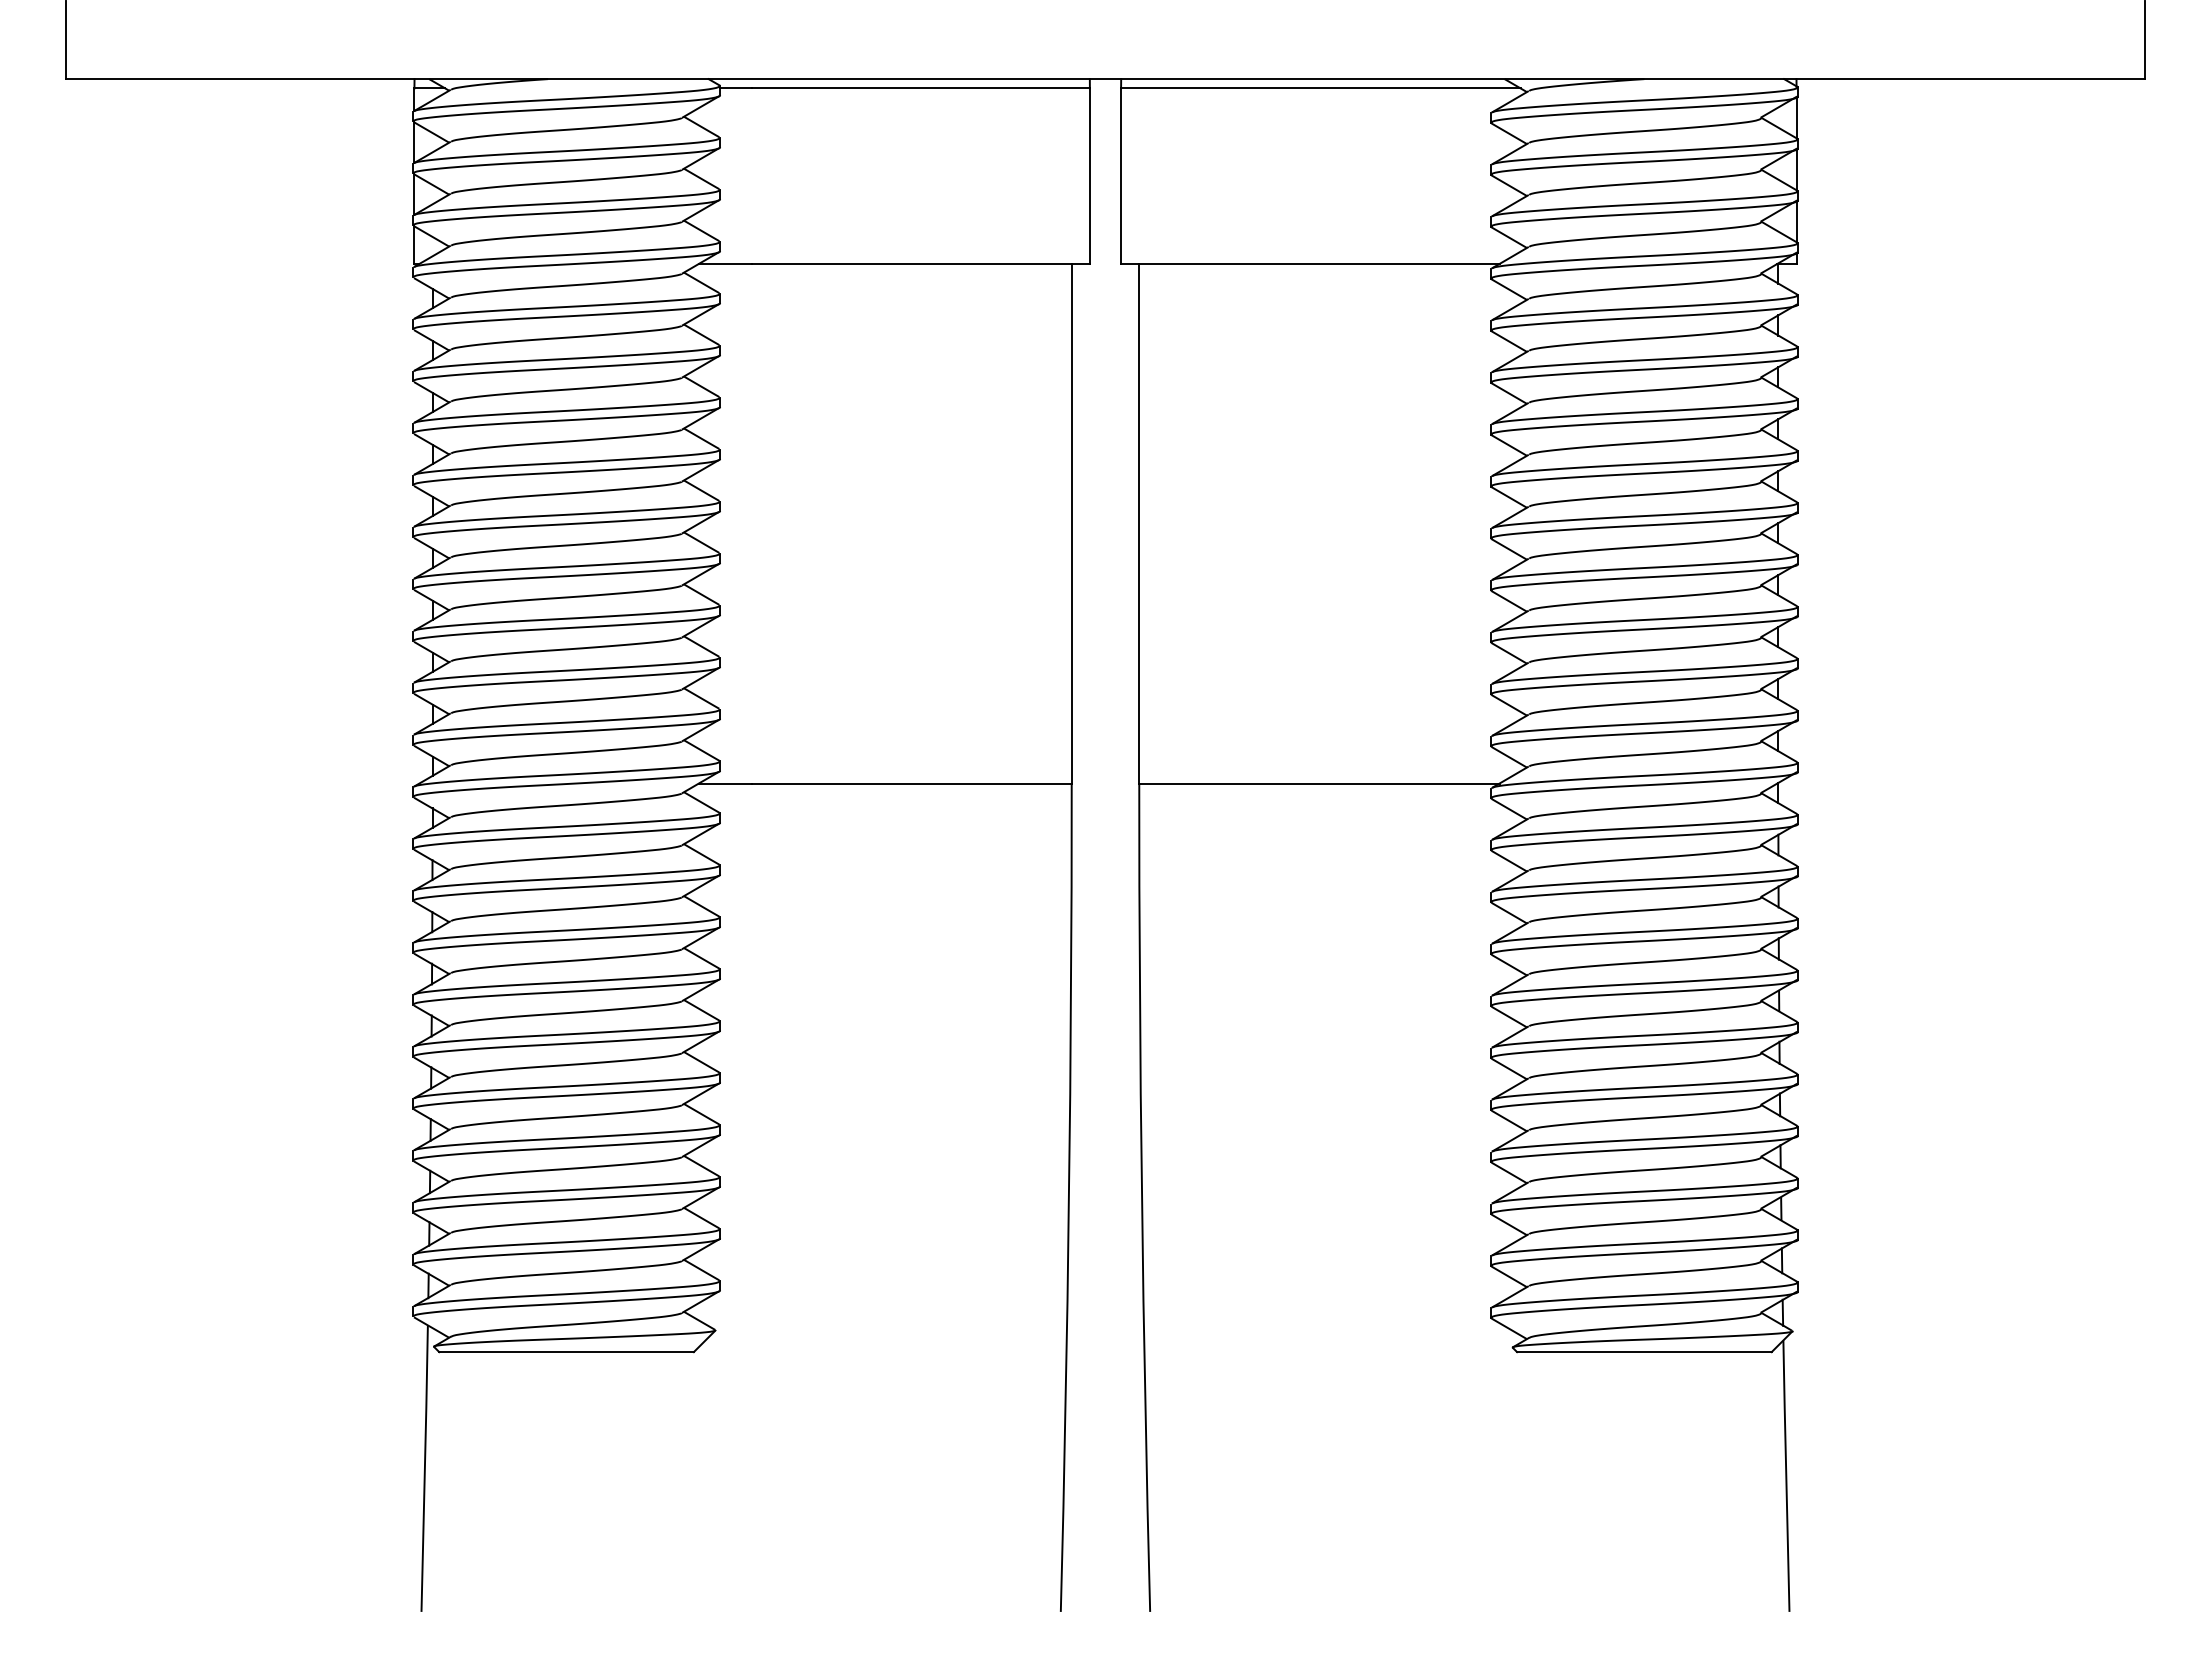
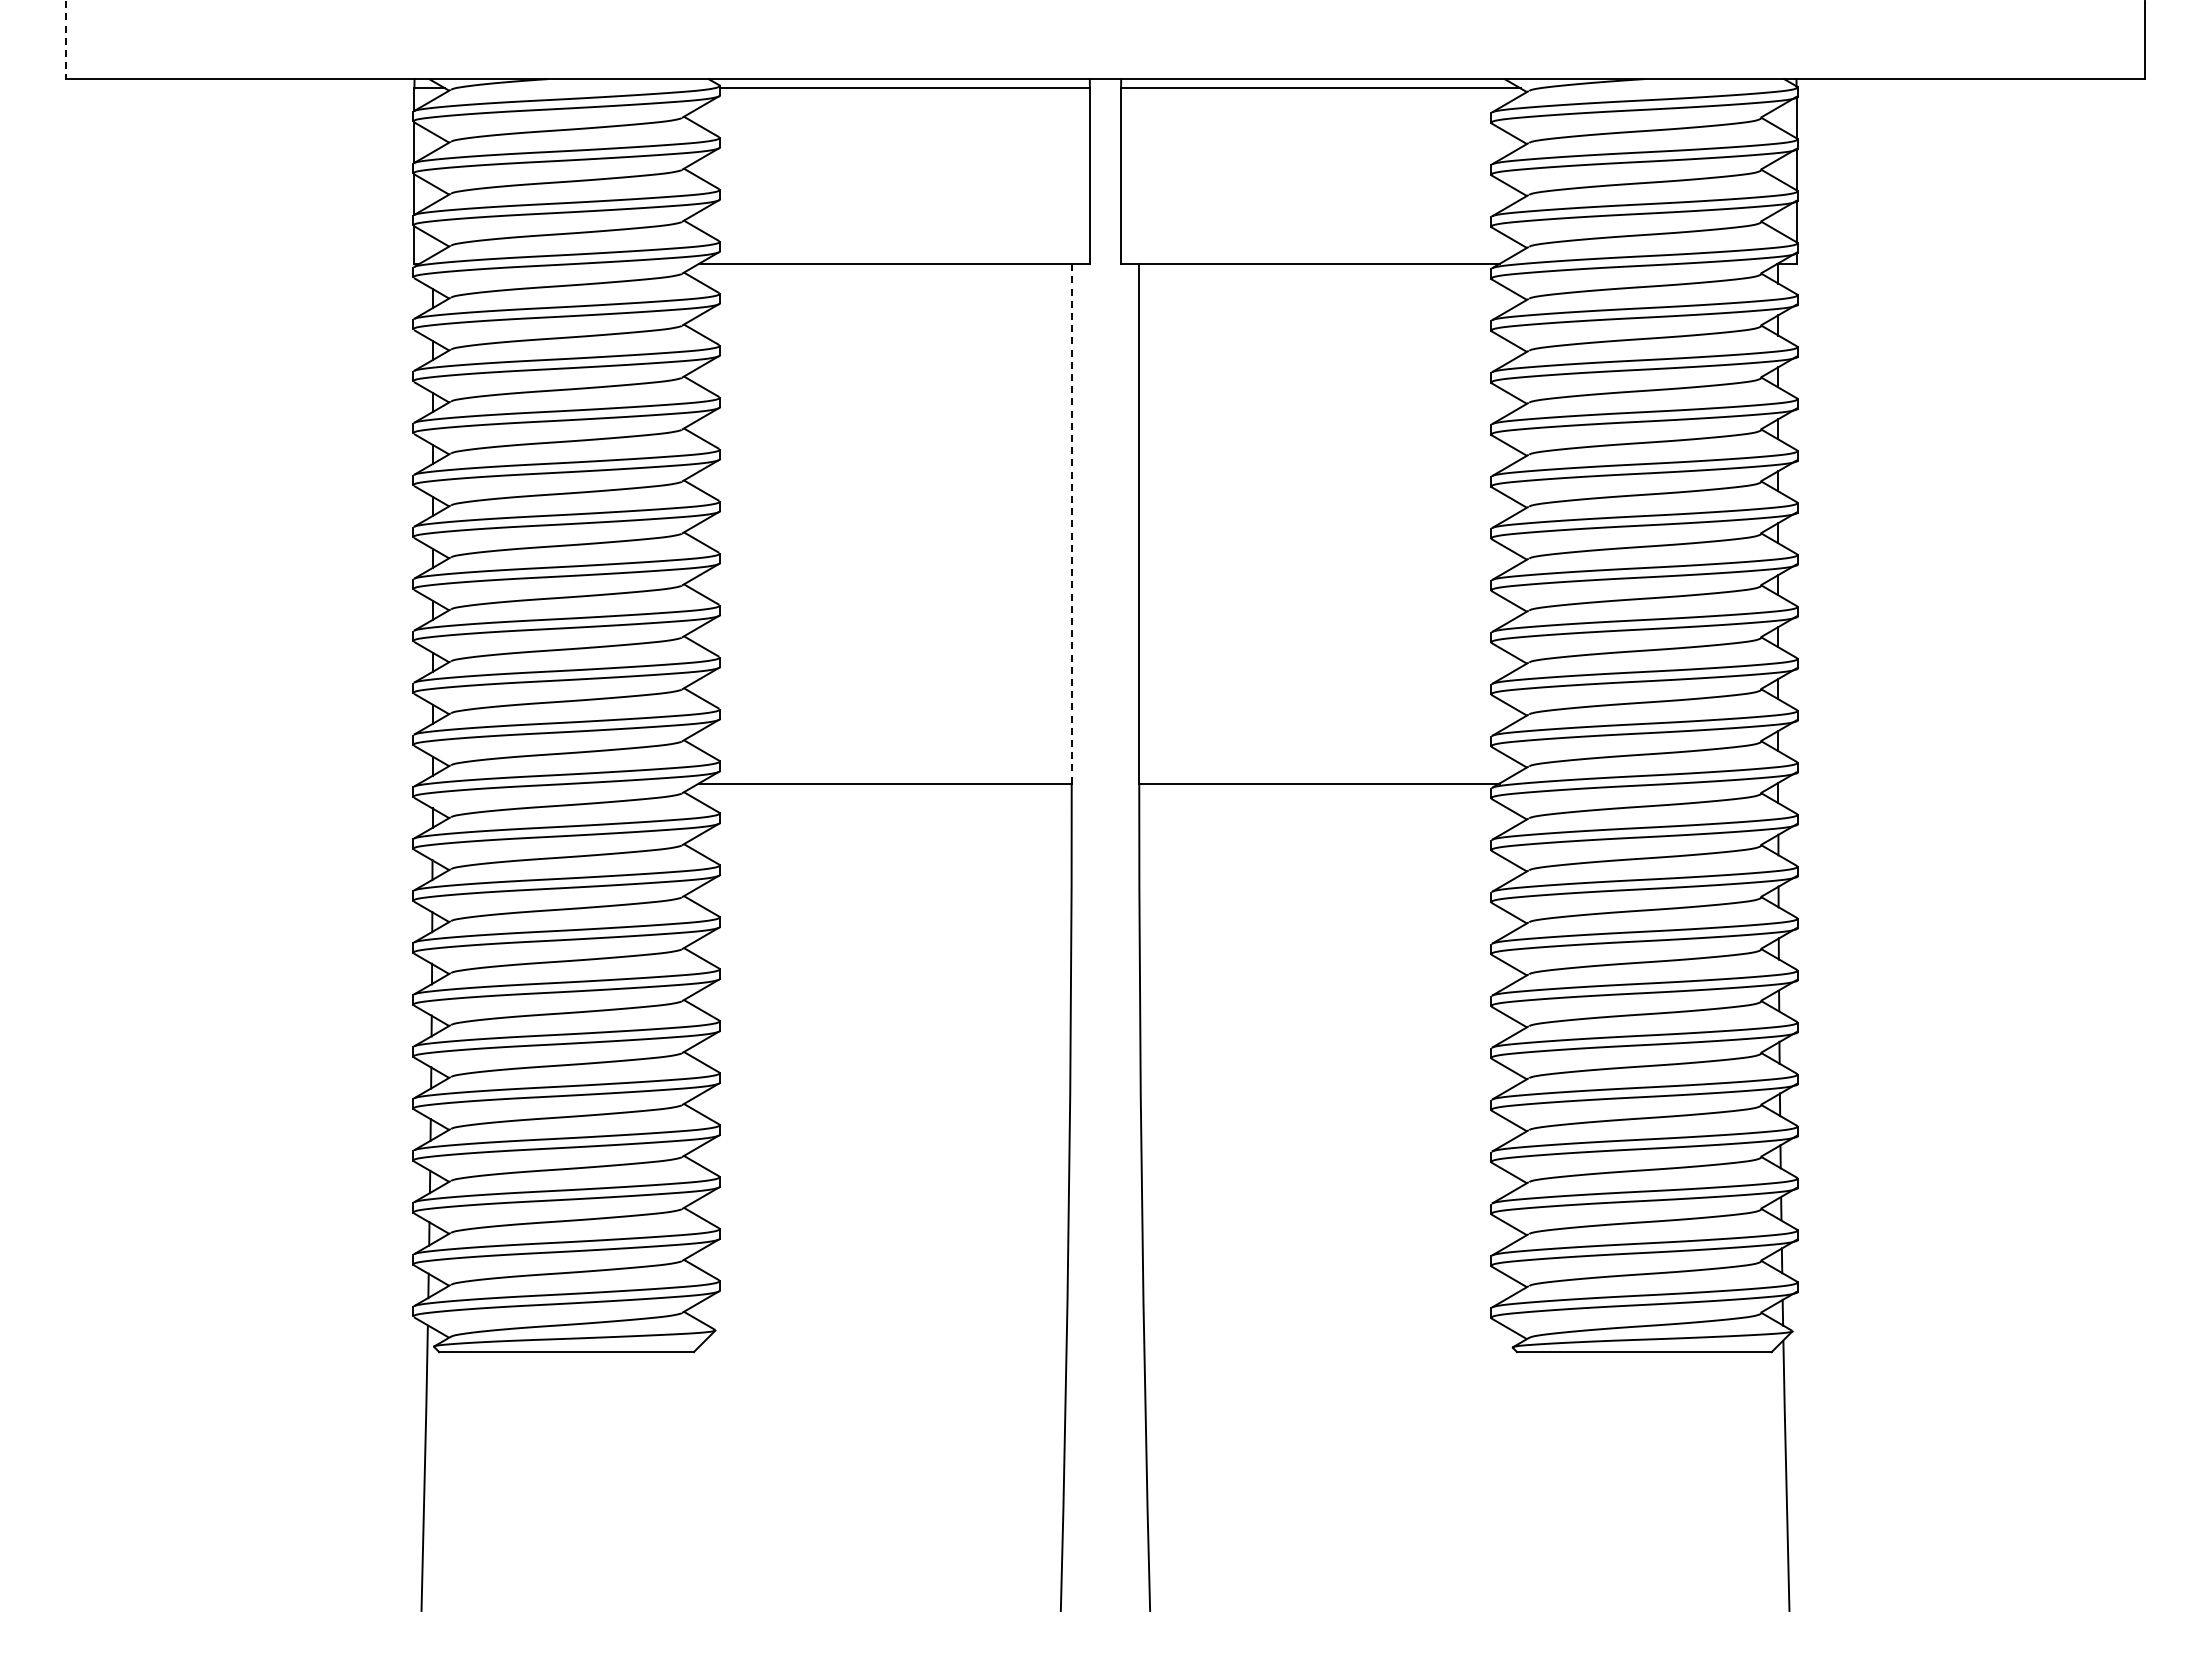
line at (66, 40): solid -> dashed
line at (1071, 523): solid -> dashed
